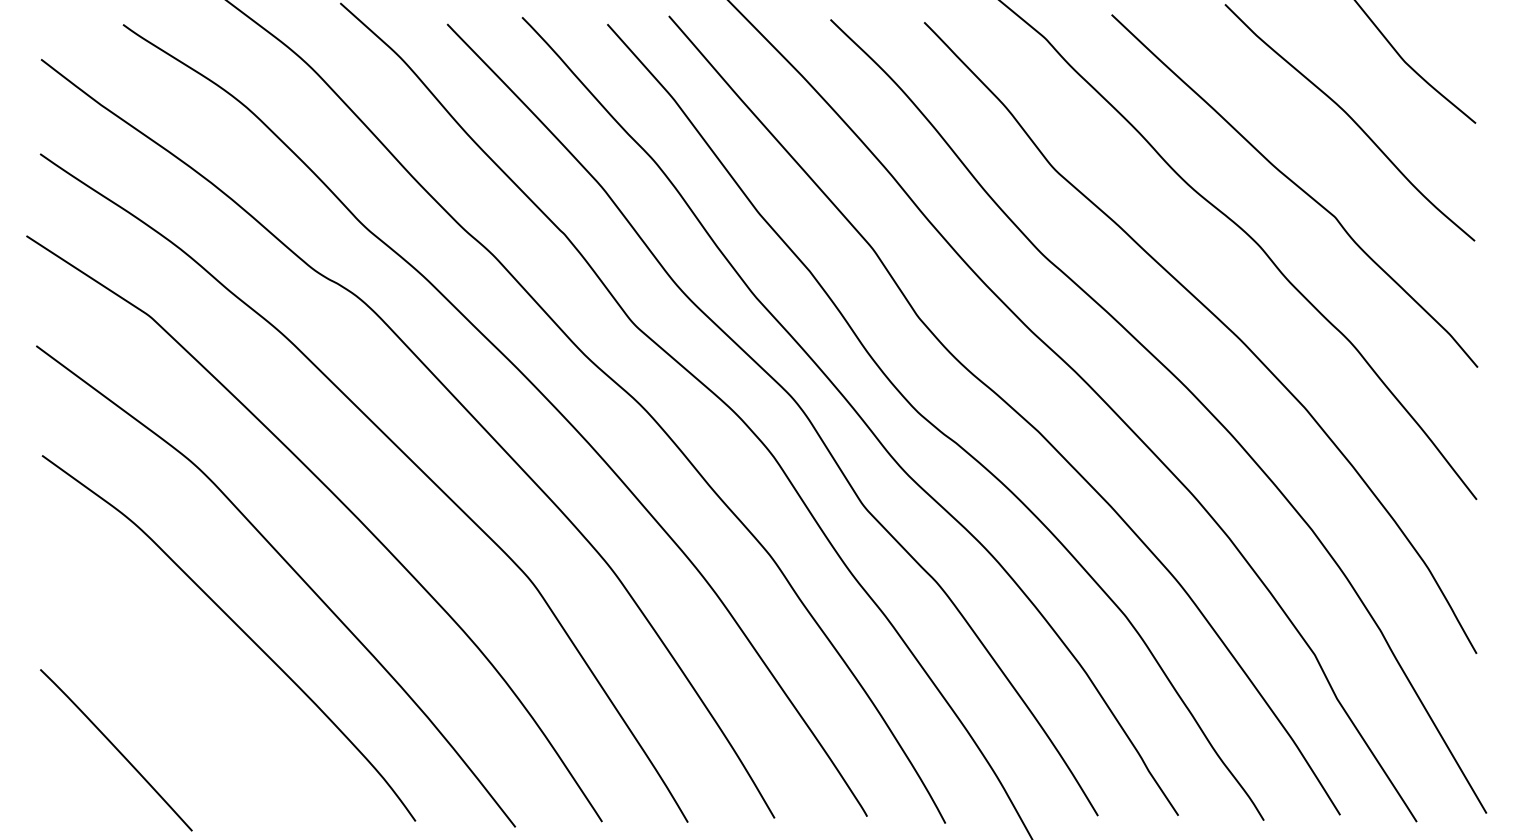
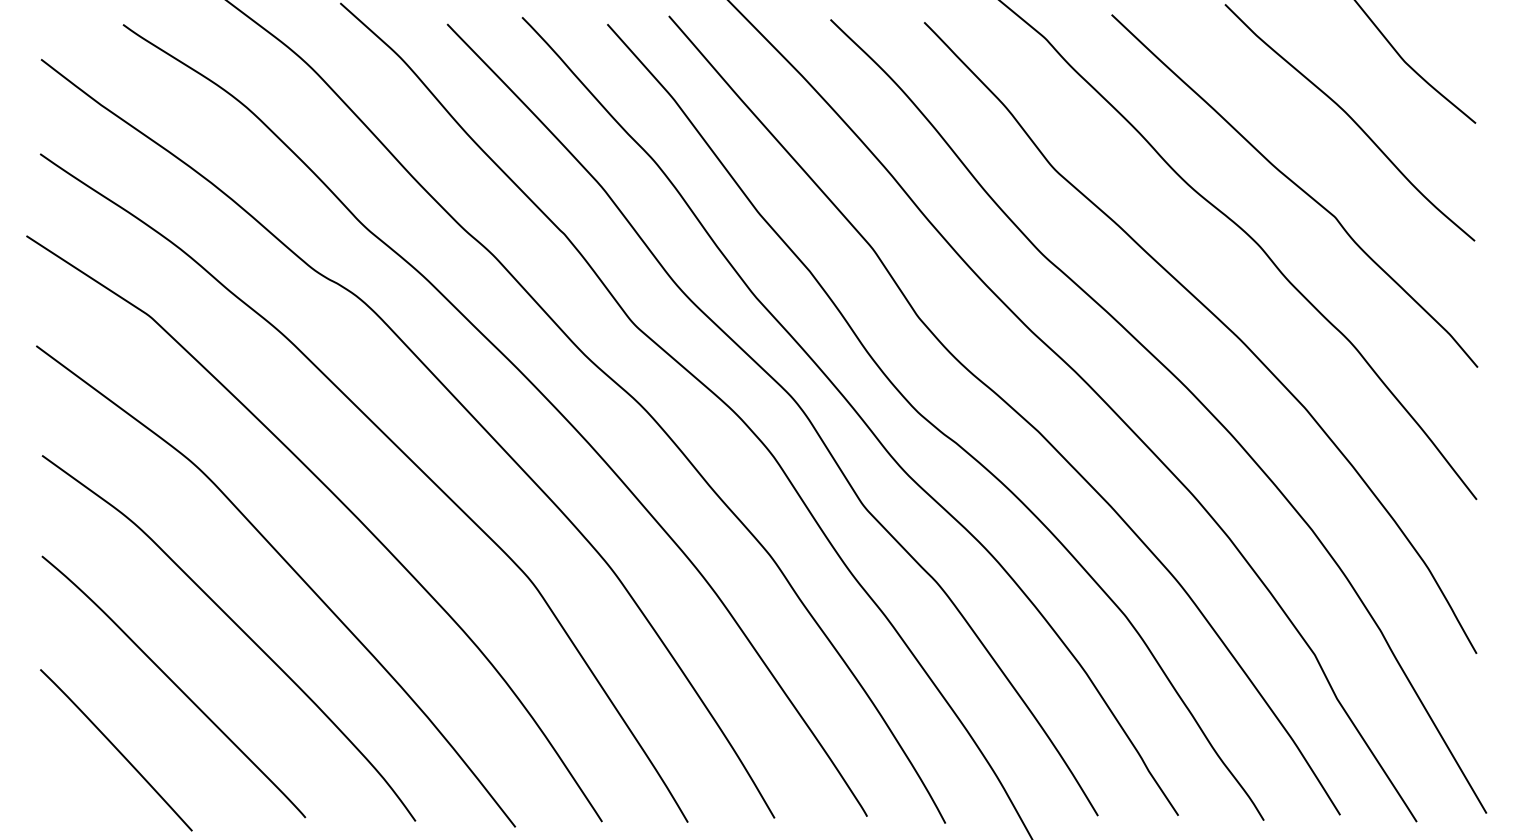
curve at (174, 685): none -> present
